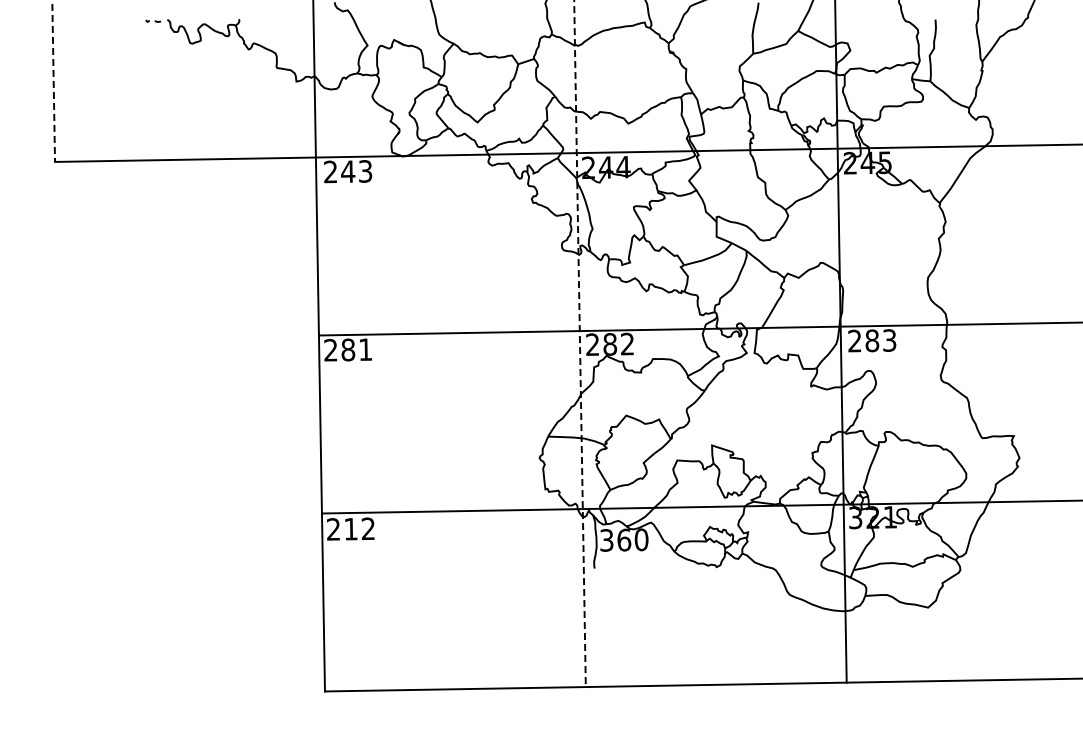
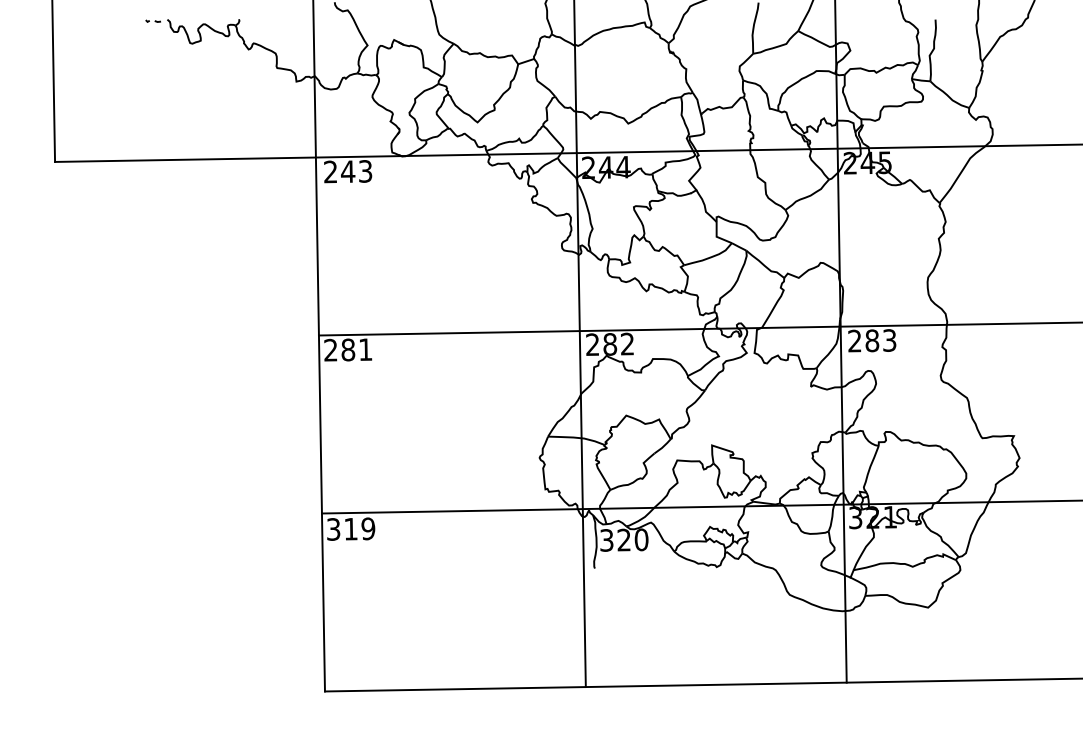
line at (53, 81): dashed -> solid
line at (580, 344): dashed -> solid
text at (351, 528): 212 -> 319
text at (624, 539): 360 -> 320
